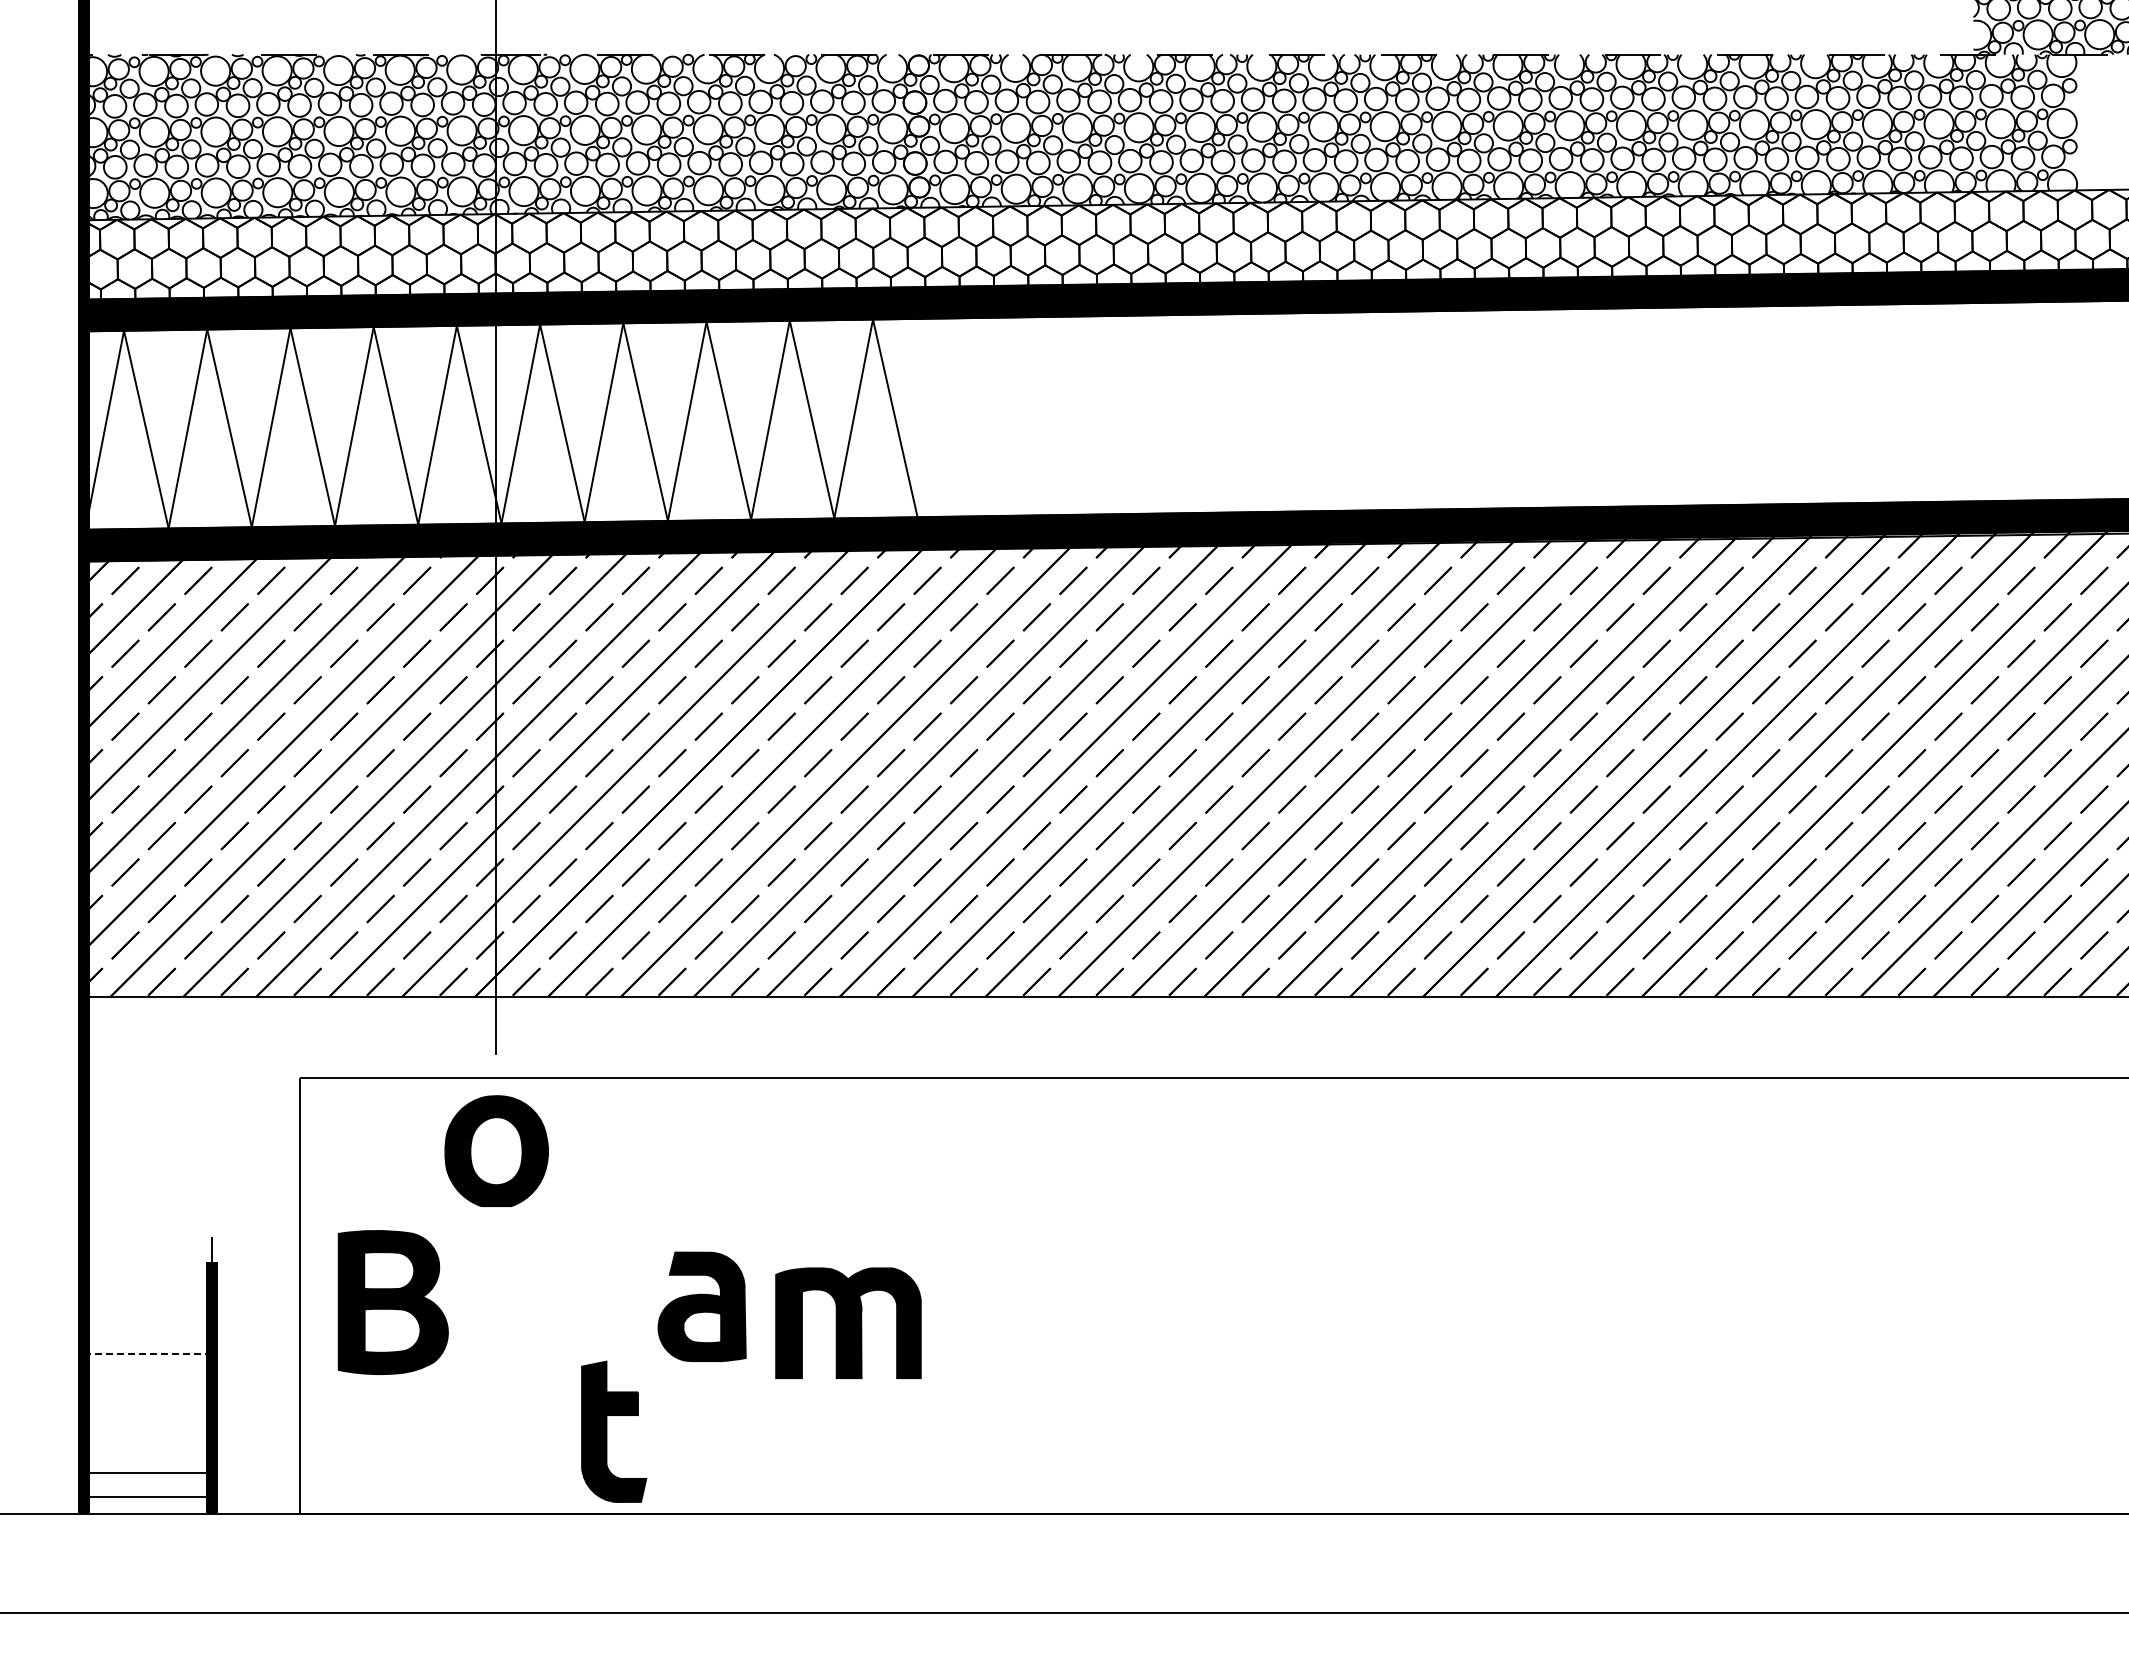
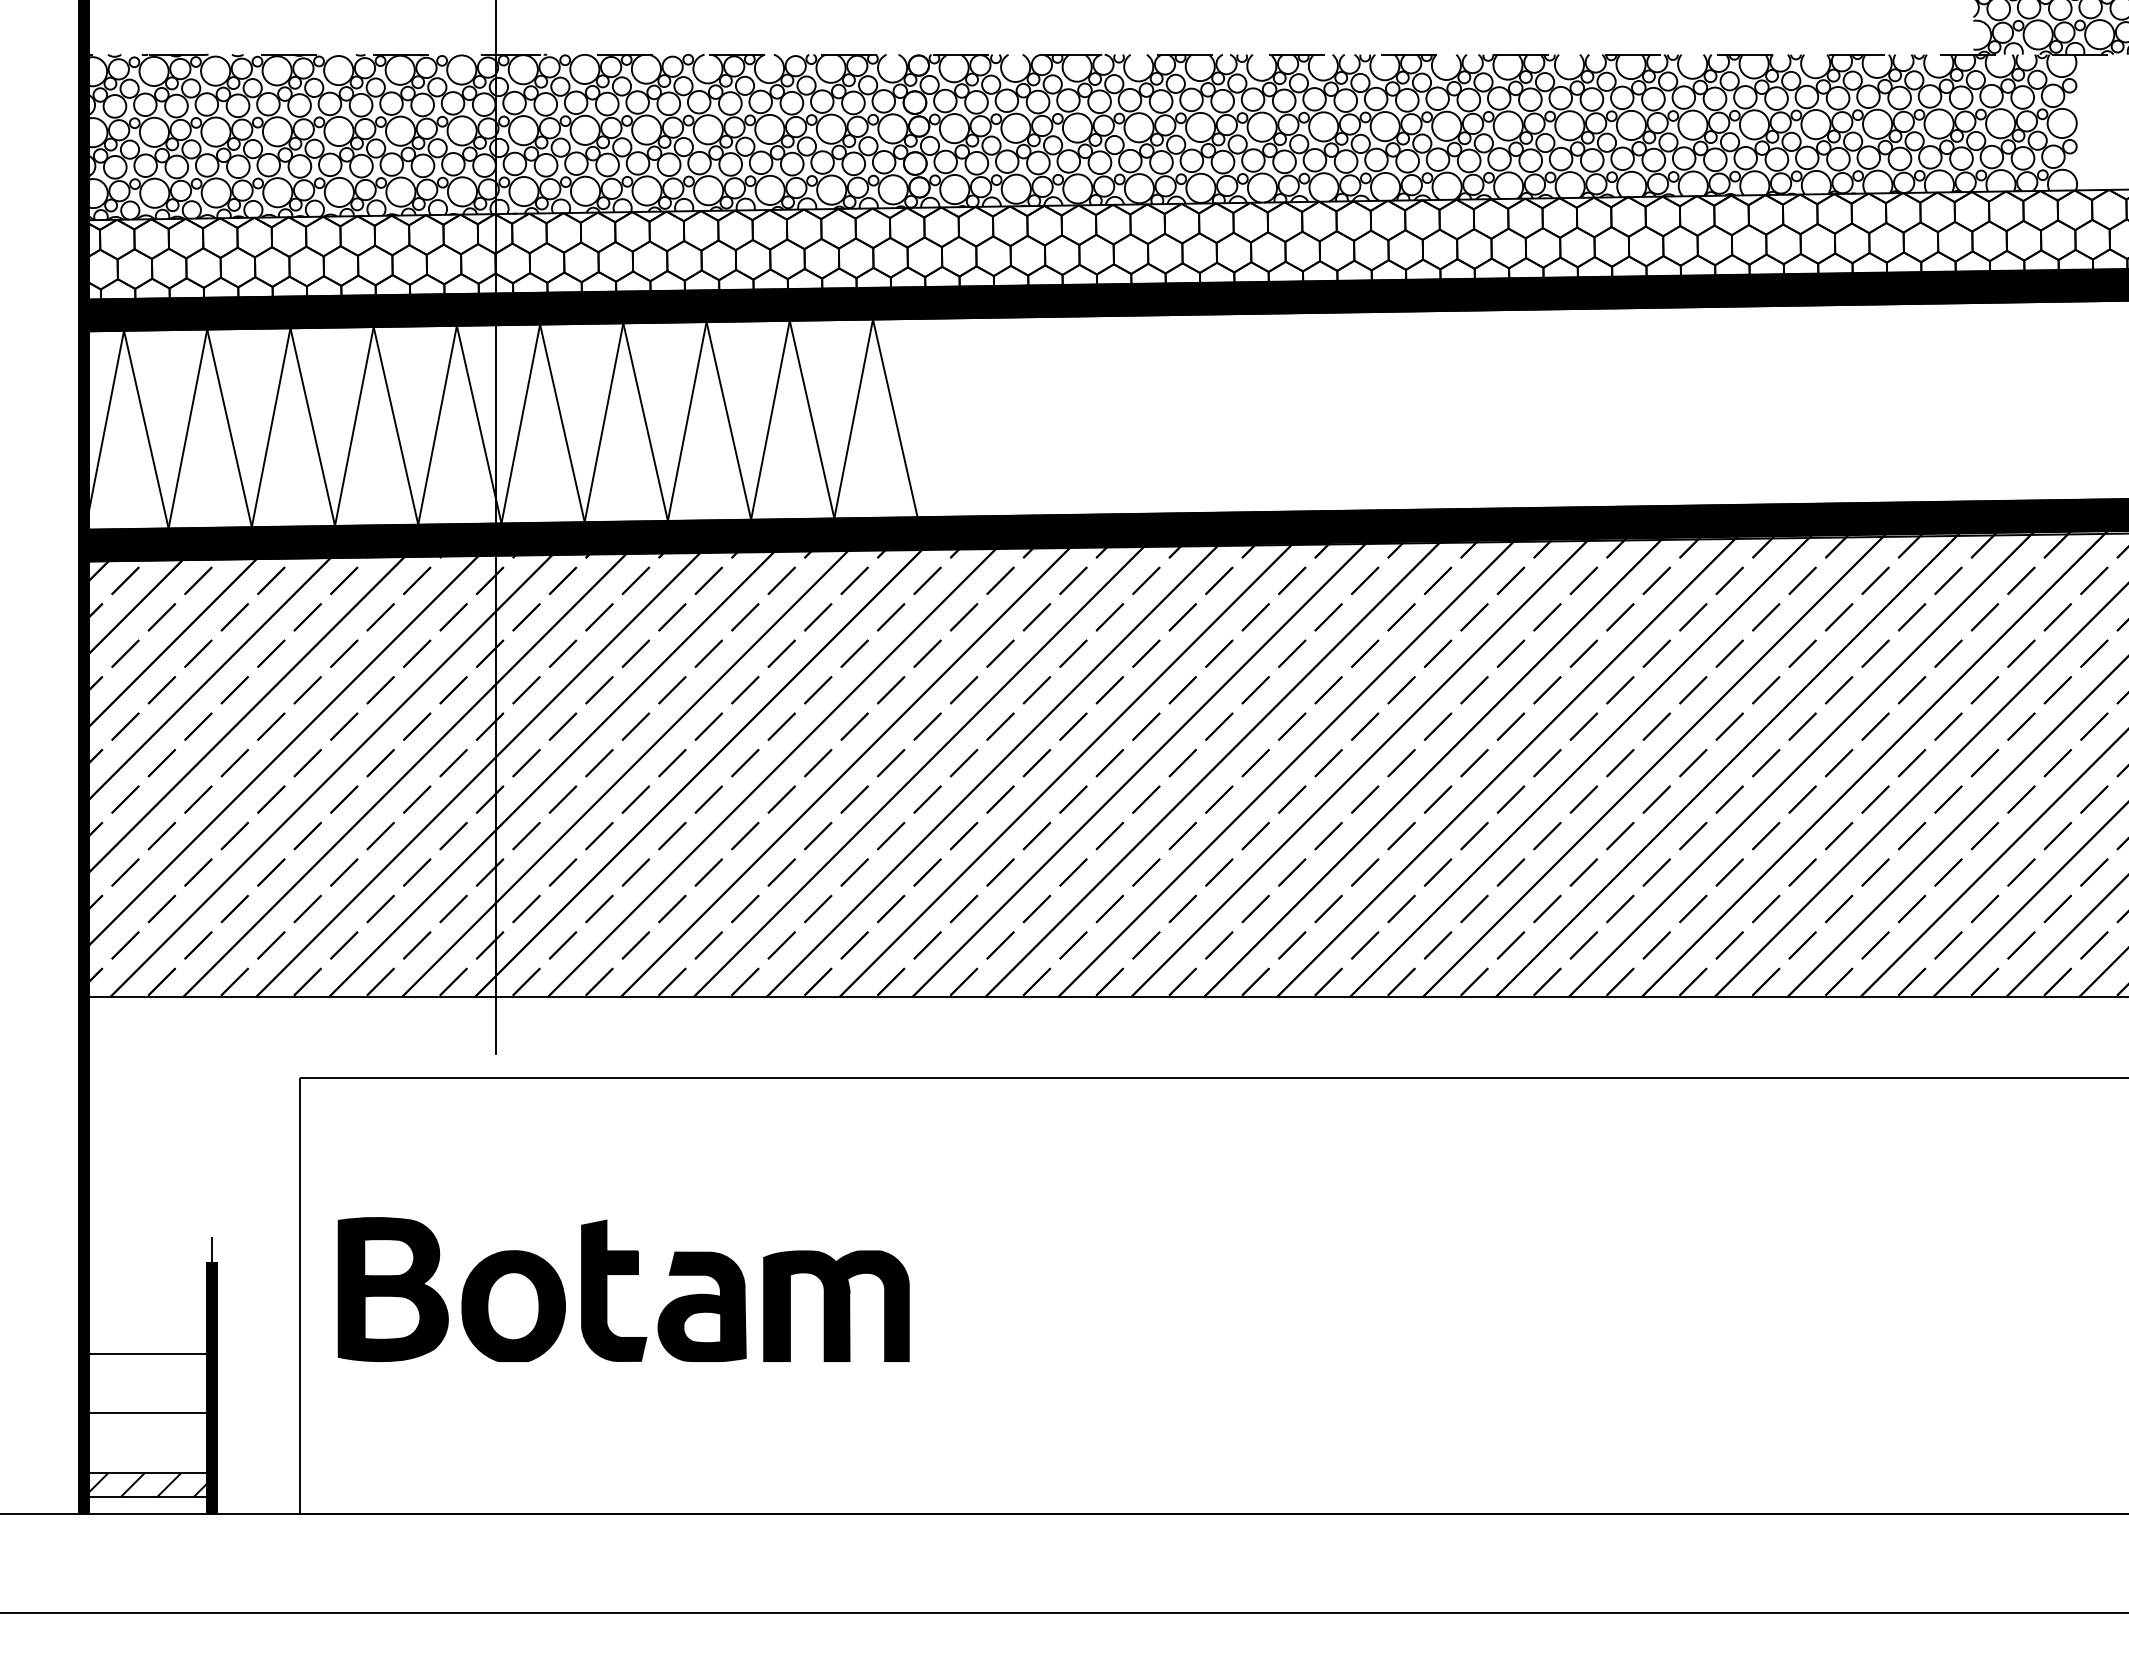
part at (496, 1150) position: (496, 1150) -> (513, 1305)
part at (392, 1302) position: (392, 1302) -> (392, 1289)
part at (848, 1322) position: (848, 1322) -> (836, 1305)
line at (147, 1353): dashed -> solid
line at (146, 1413): none -> present
part at (607, 1431) position: (607, 1431) -> (607, 1290)
hatch at (147, 1484): none -> present
